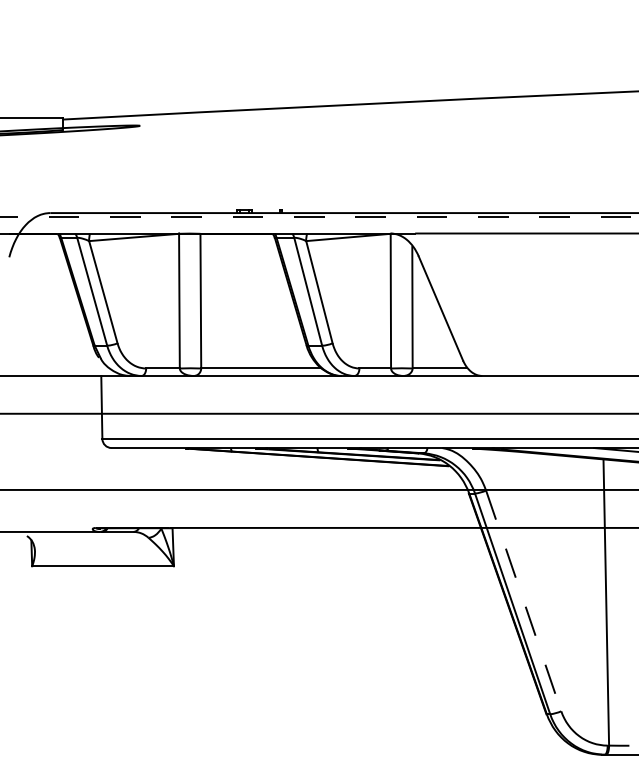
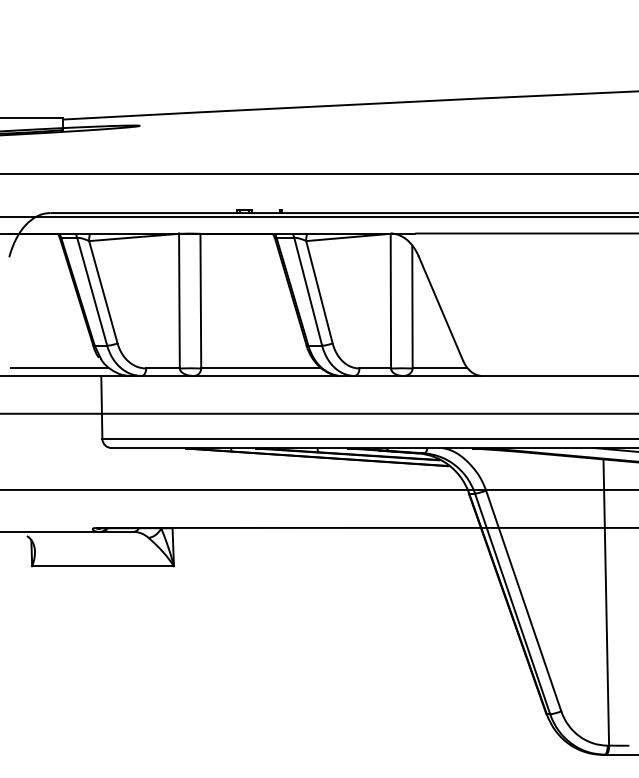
line at (318, 173): none -> present
line at (319, 217): dashed -> solid
line at (59, 368): none -> present
line at (523, 600): dashed -> solid
